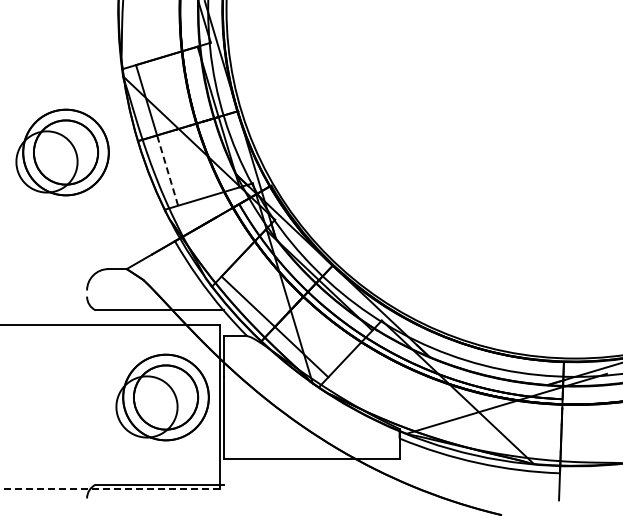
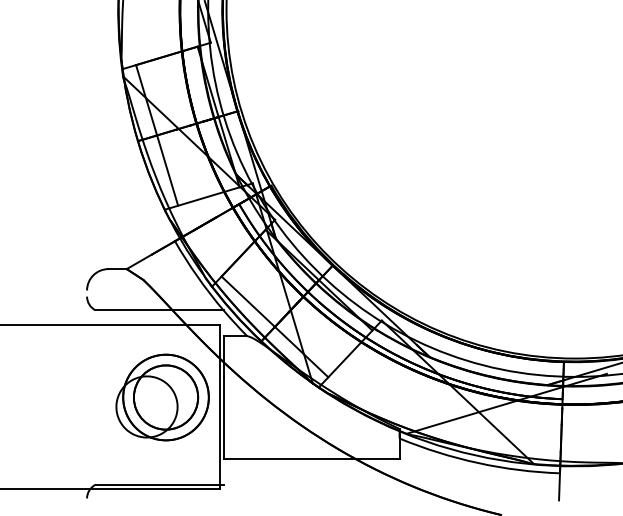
part at (62, 152): present -> none
line at (167, 170): dashed -> solid
line at (110, 489): dashed -> solid
